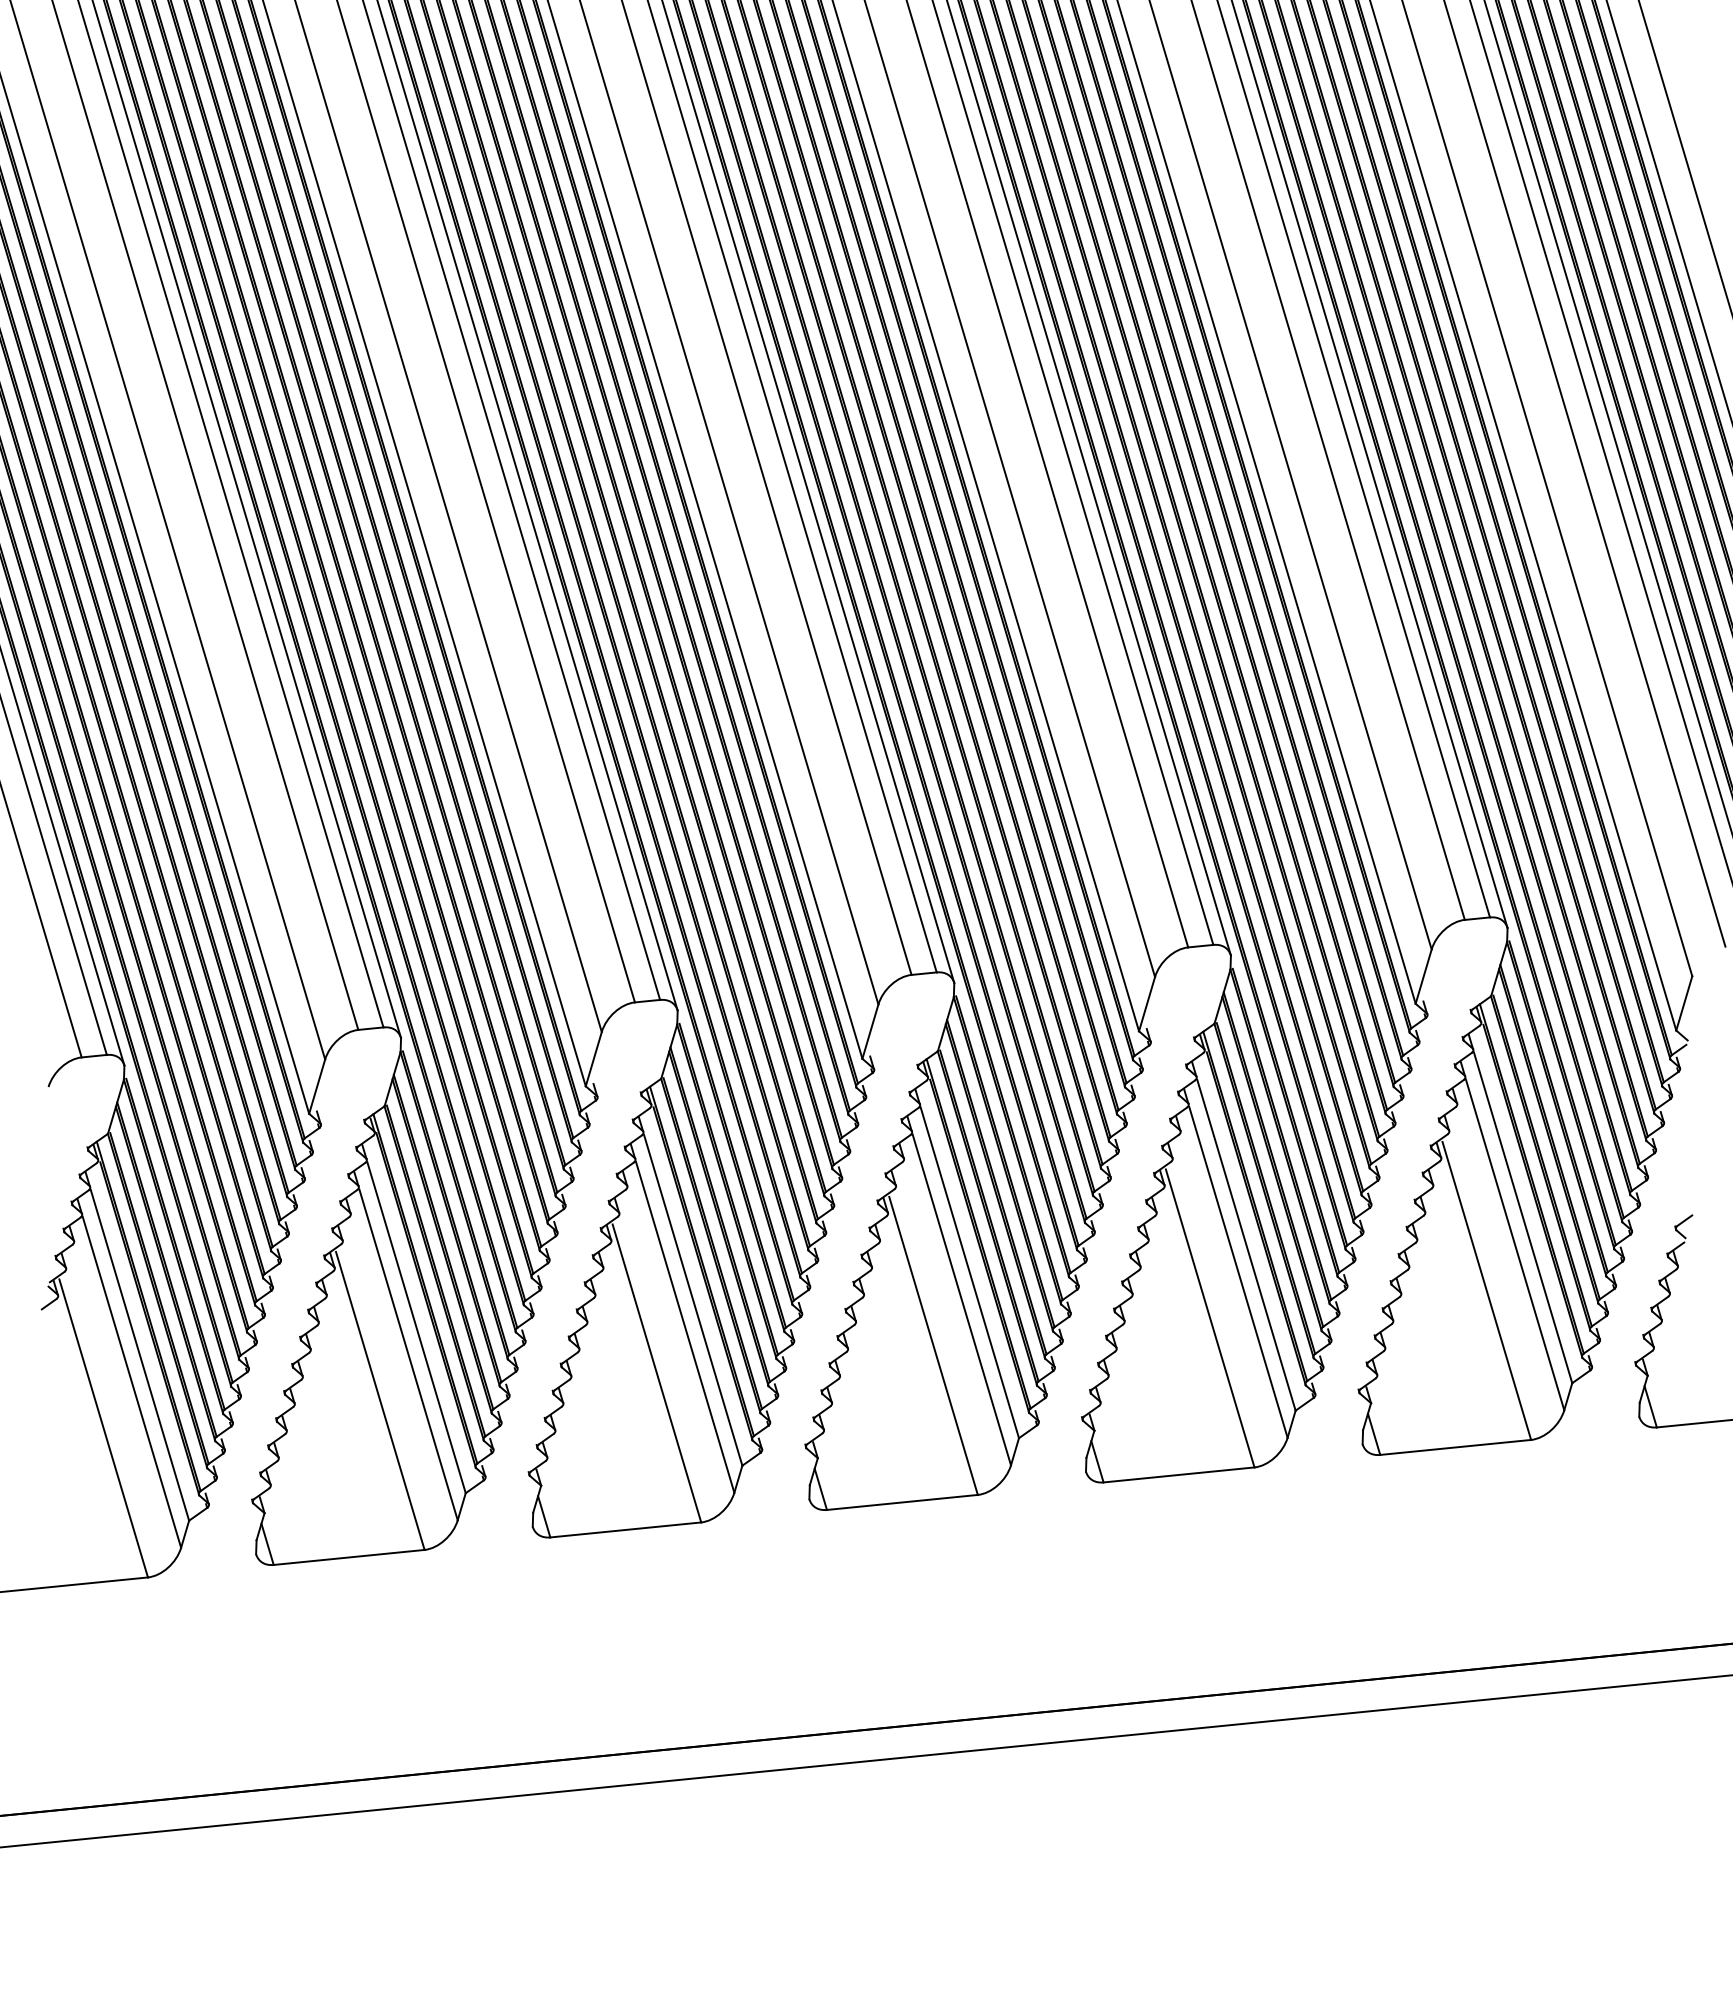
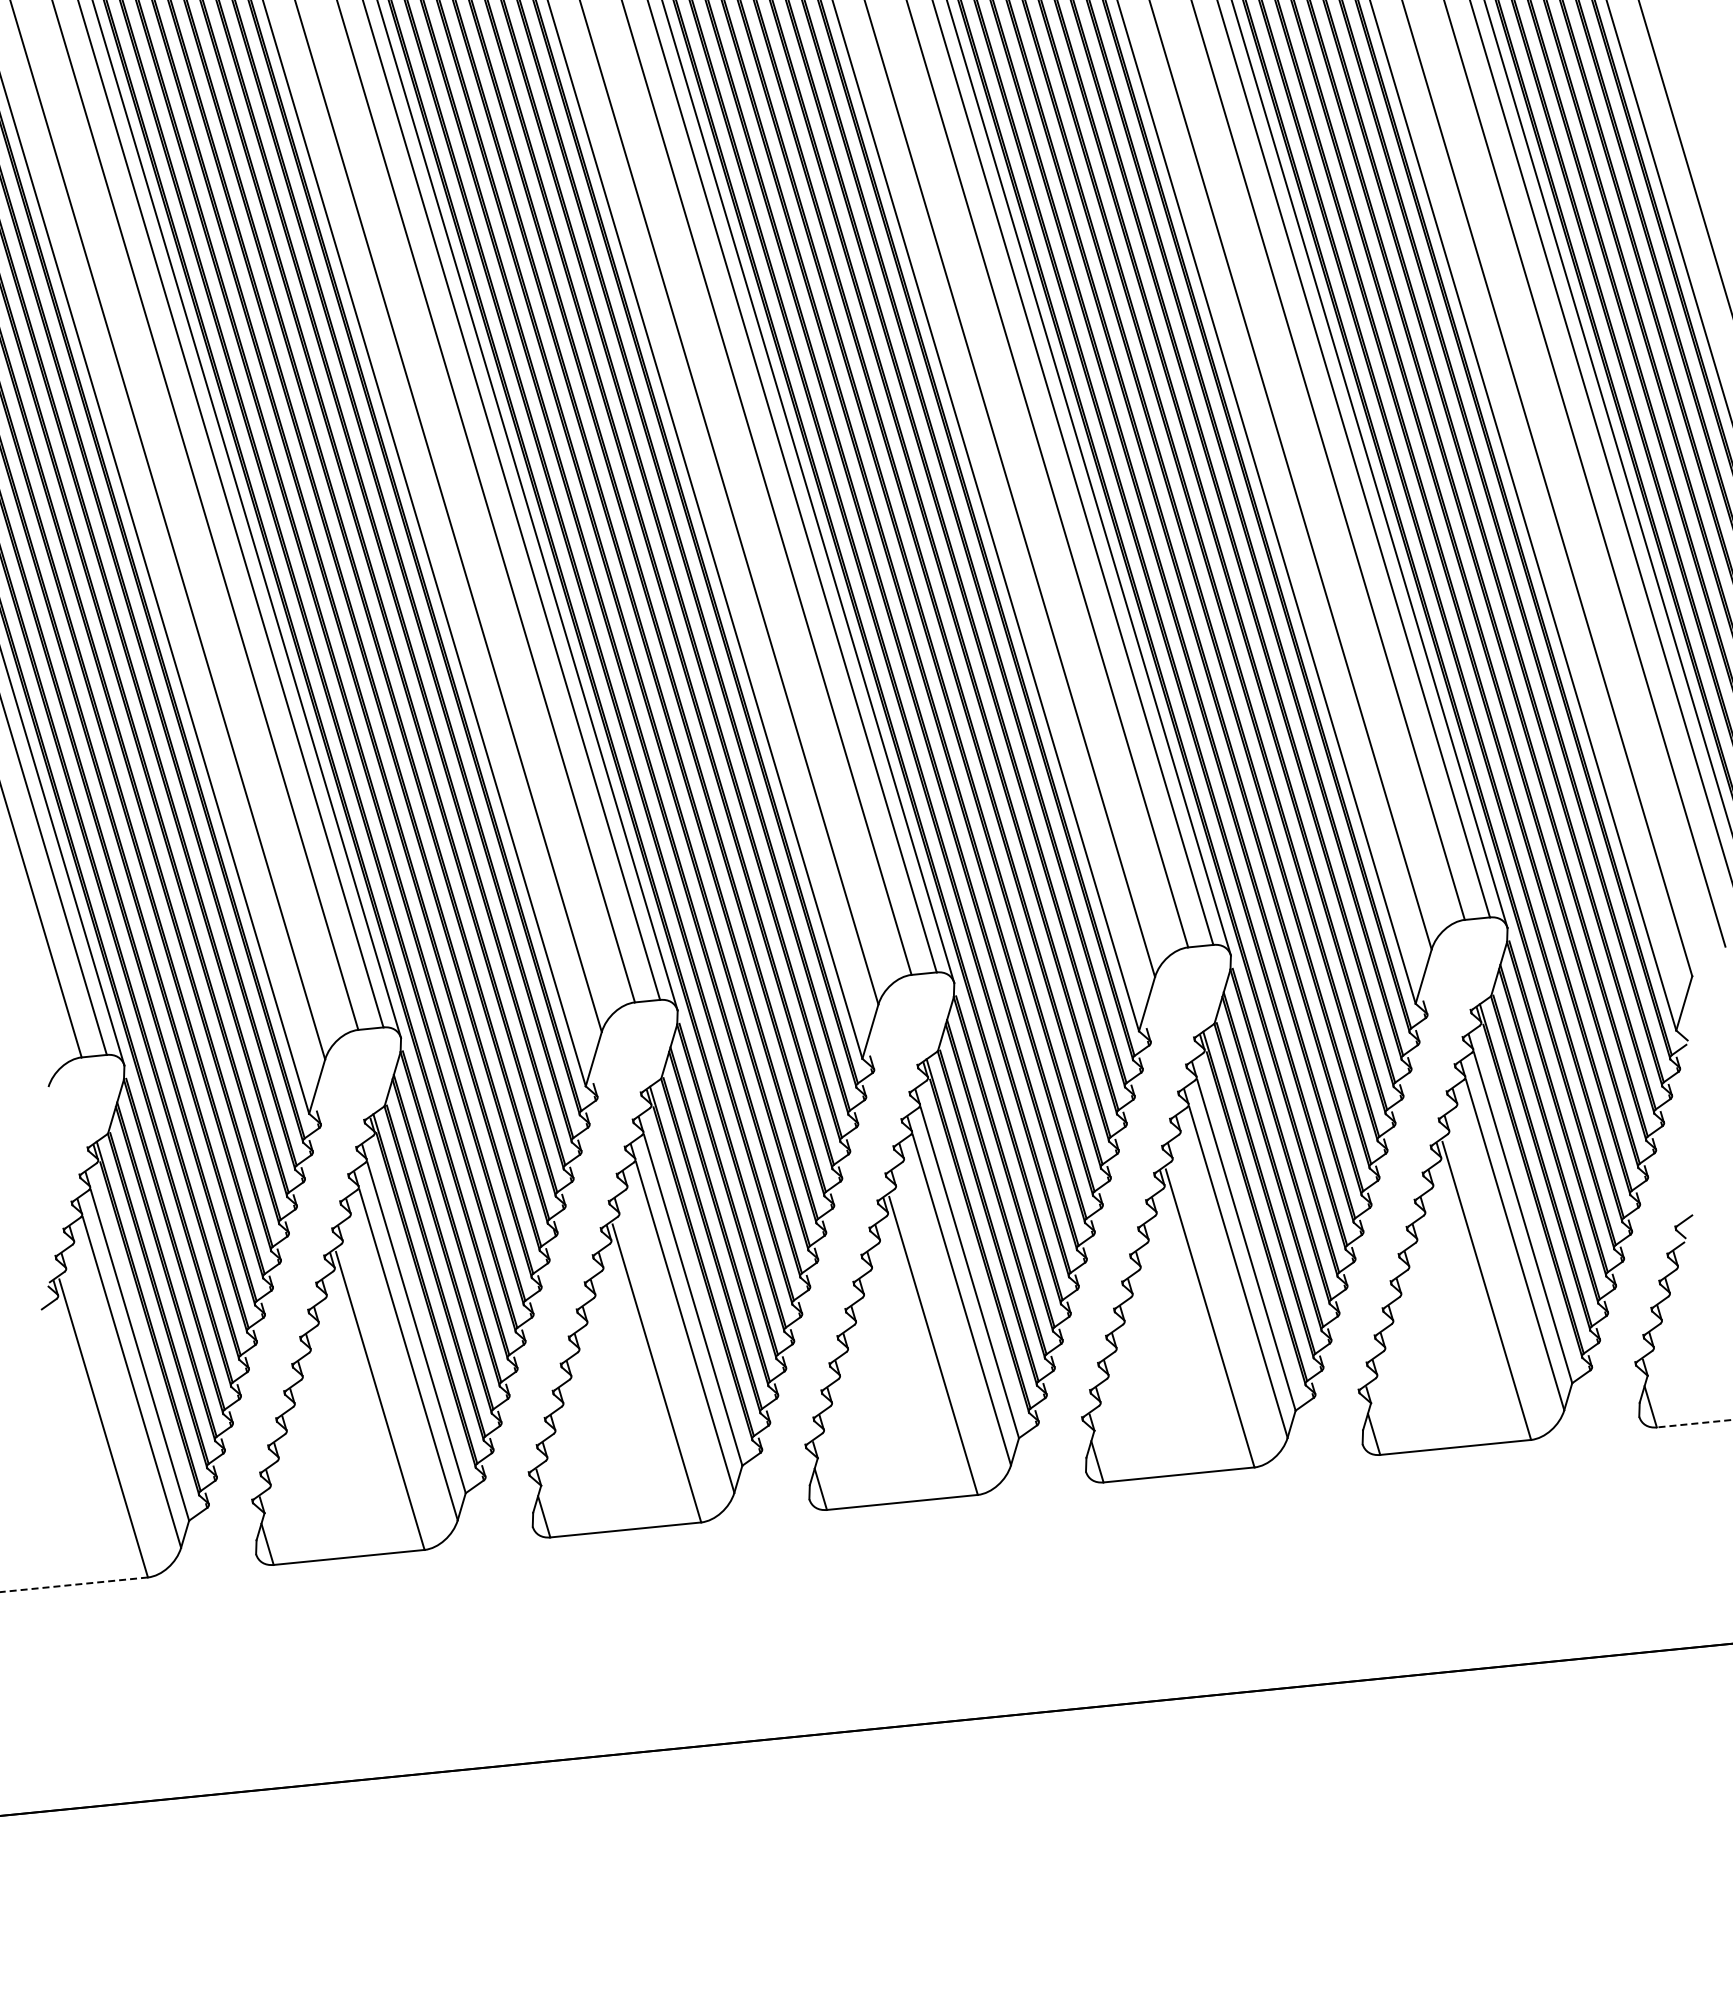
line at (1694, 1423): solid -> dashed
line at (73, 1584): solid -> dashed
line at (865, 1761): present -> none
